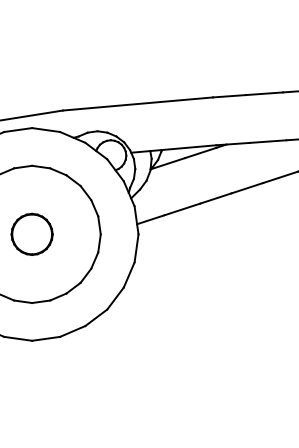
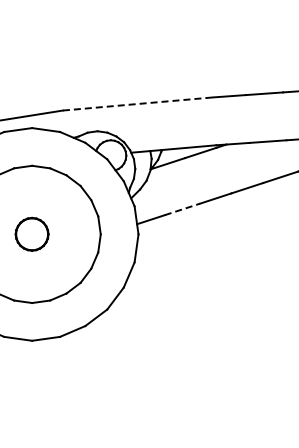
line at (138, 103): solid -> dashed
line at (182, 209): solid -> dashed
part at (31, 233) size: 44x44 px -> 36x36 px
